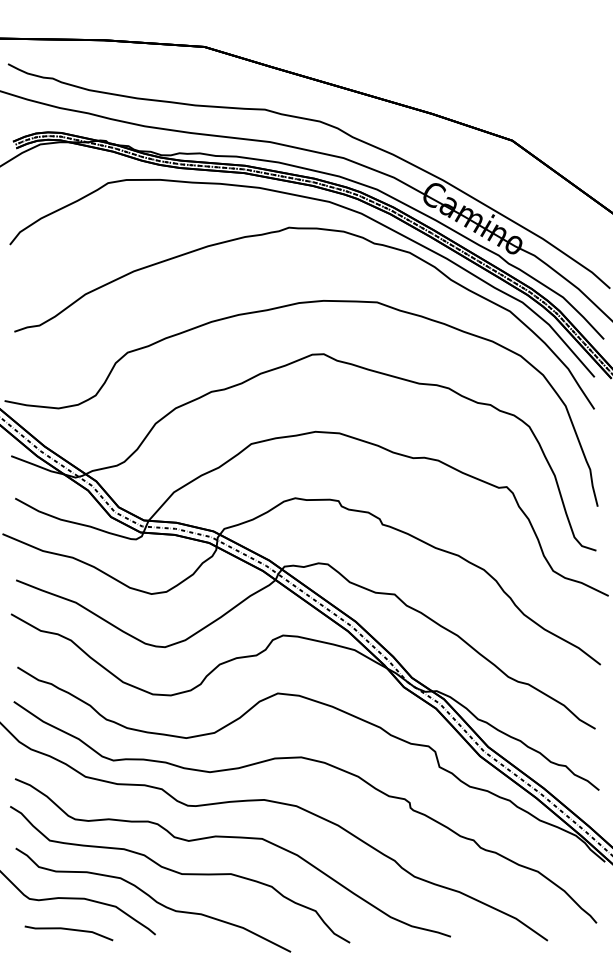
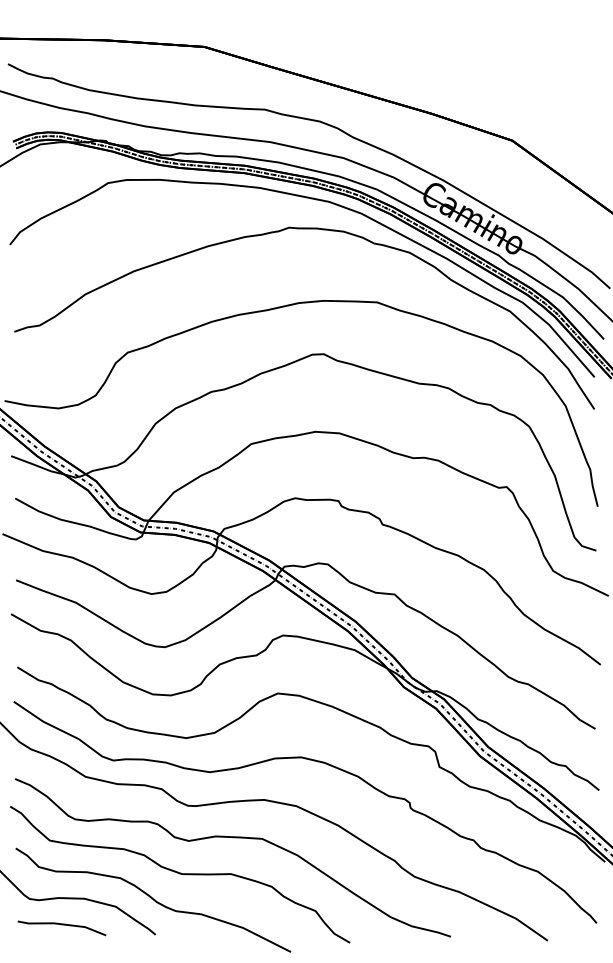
line at (68, 930) position: (68, 930) -> (61, 925)
